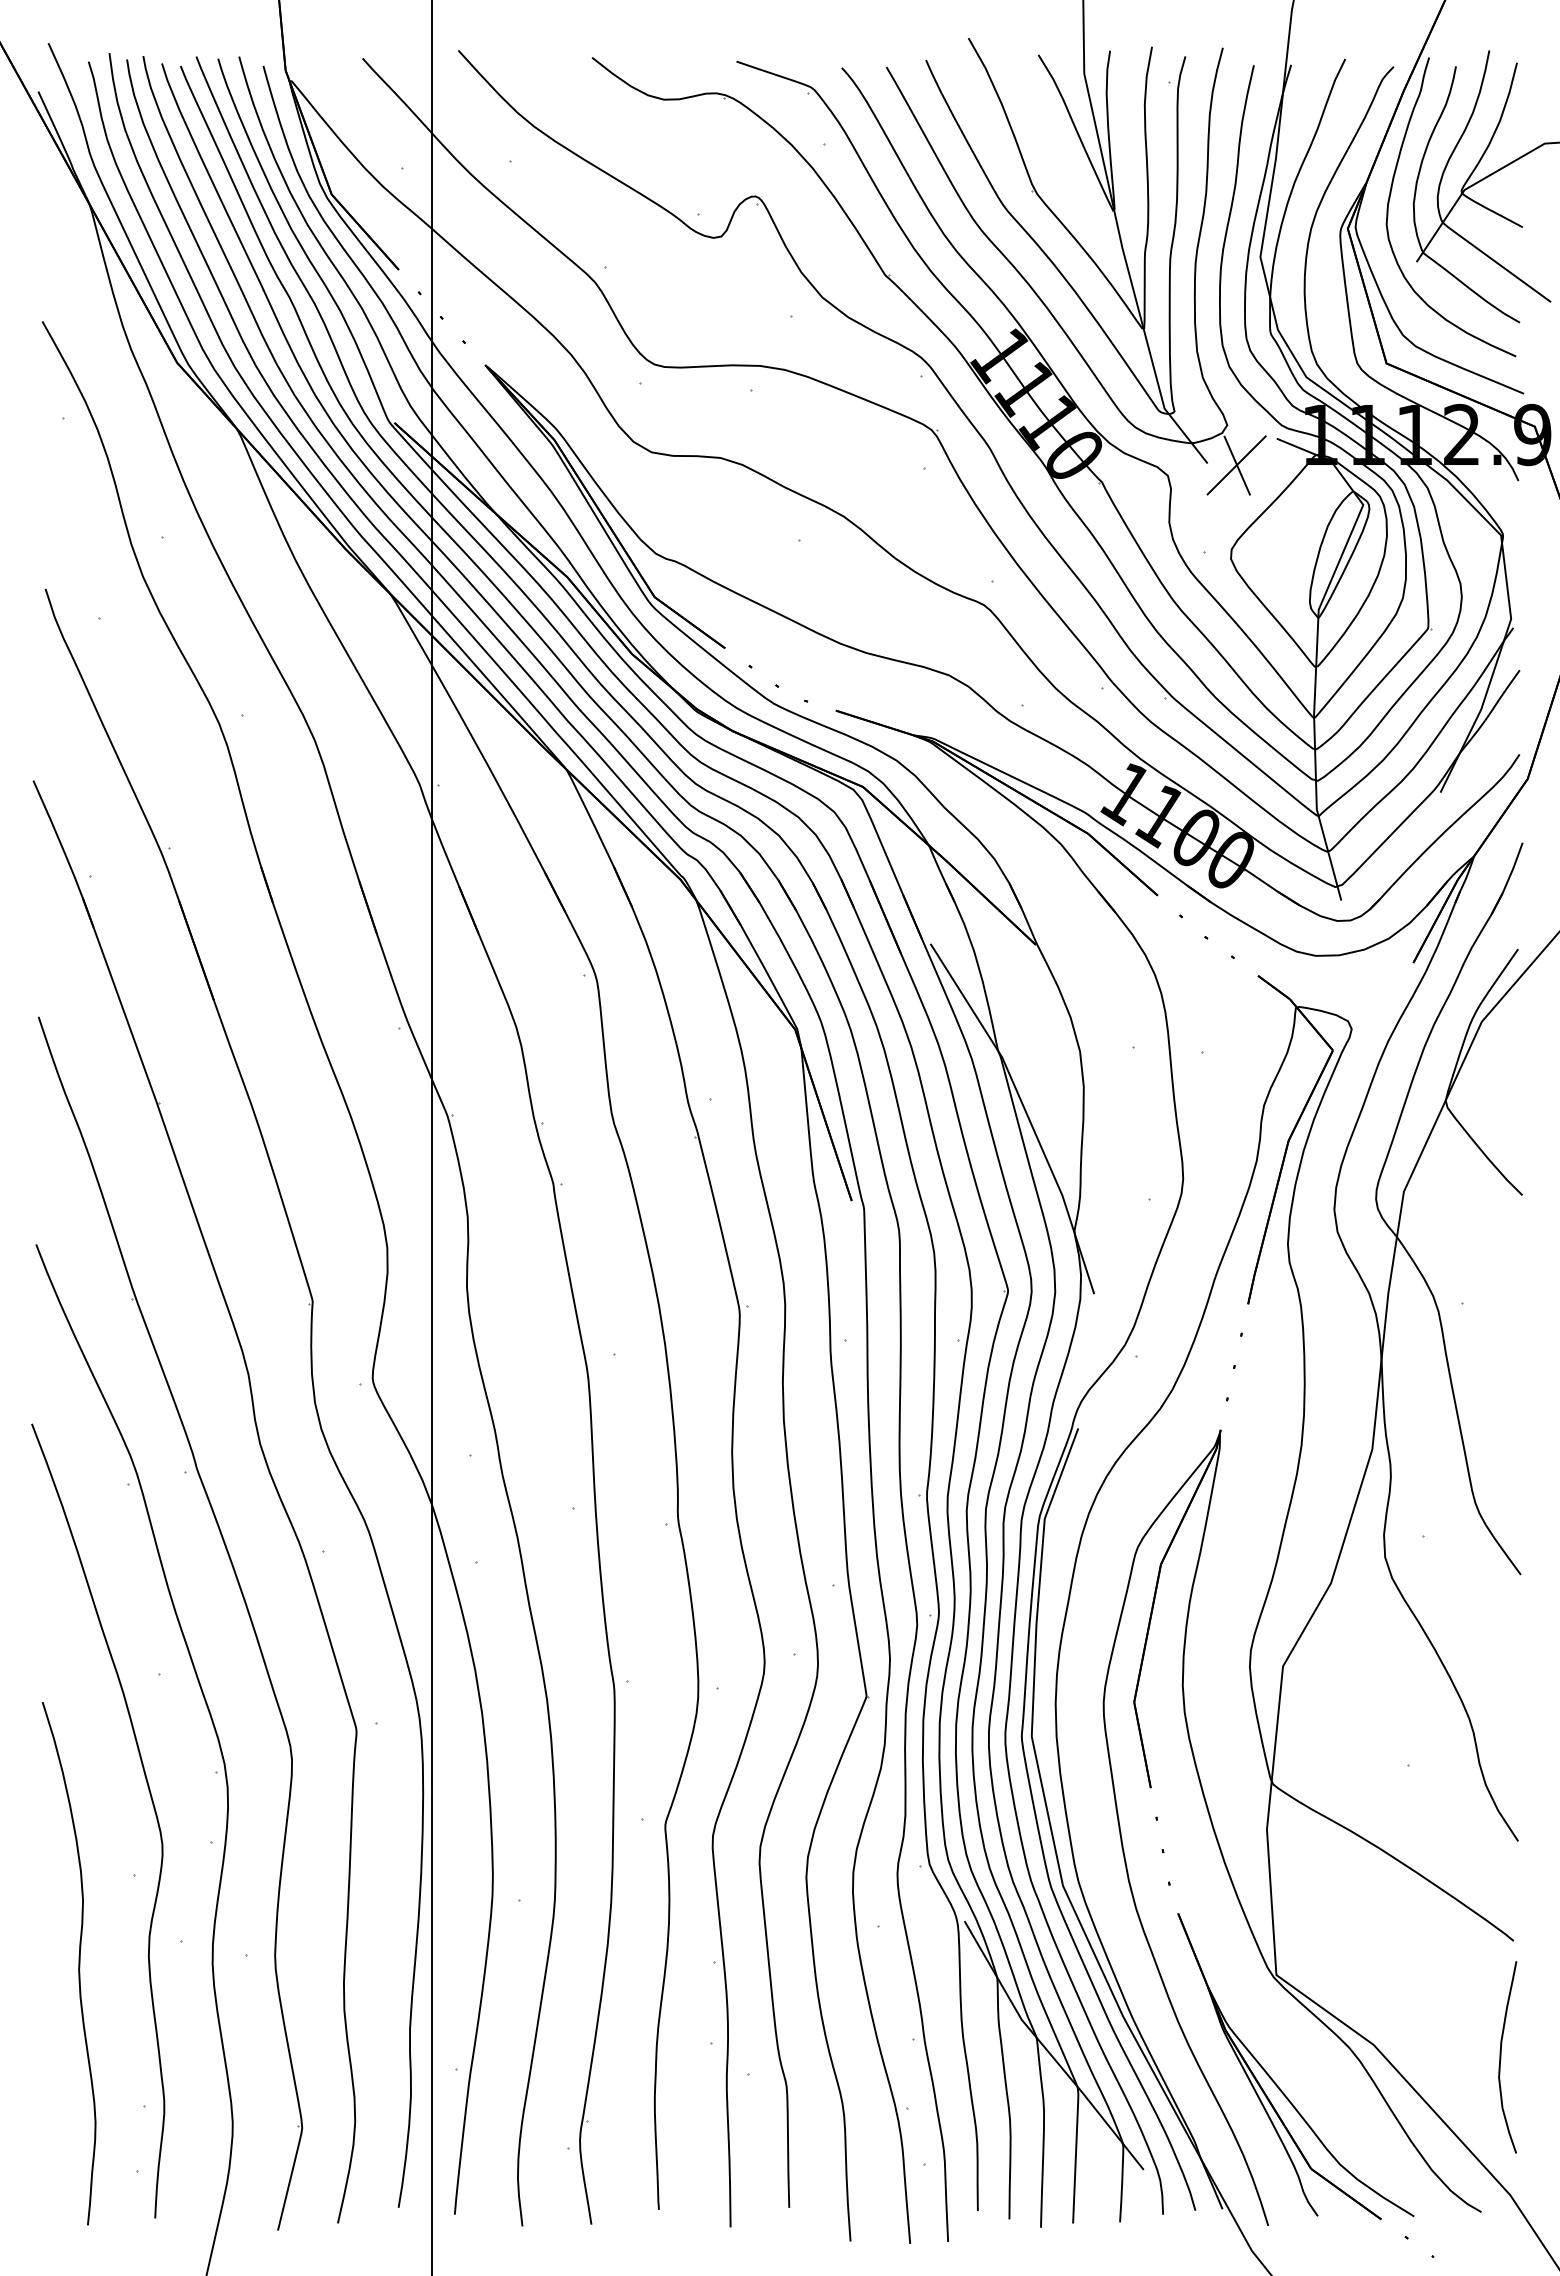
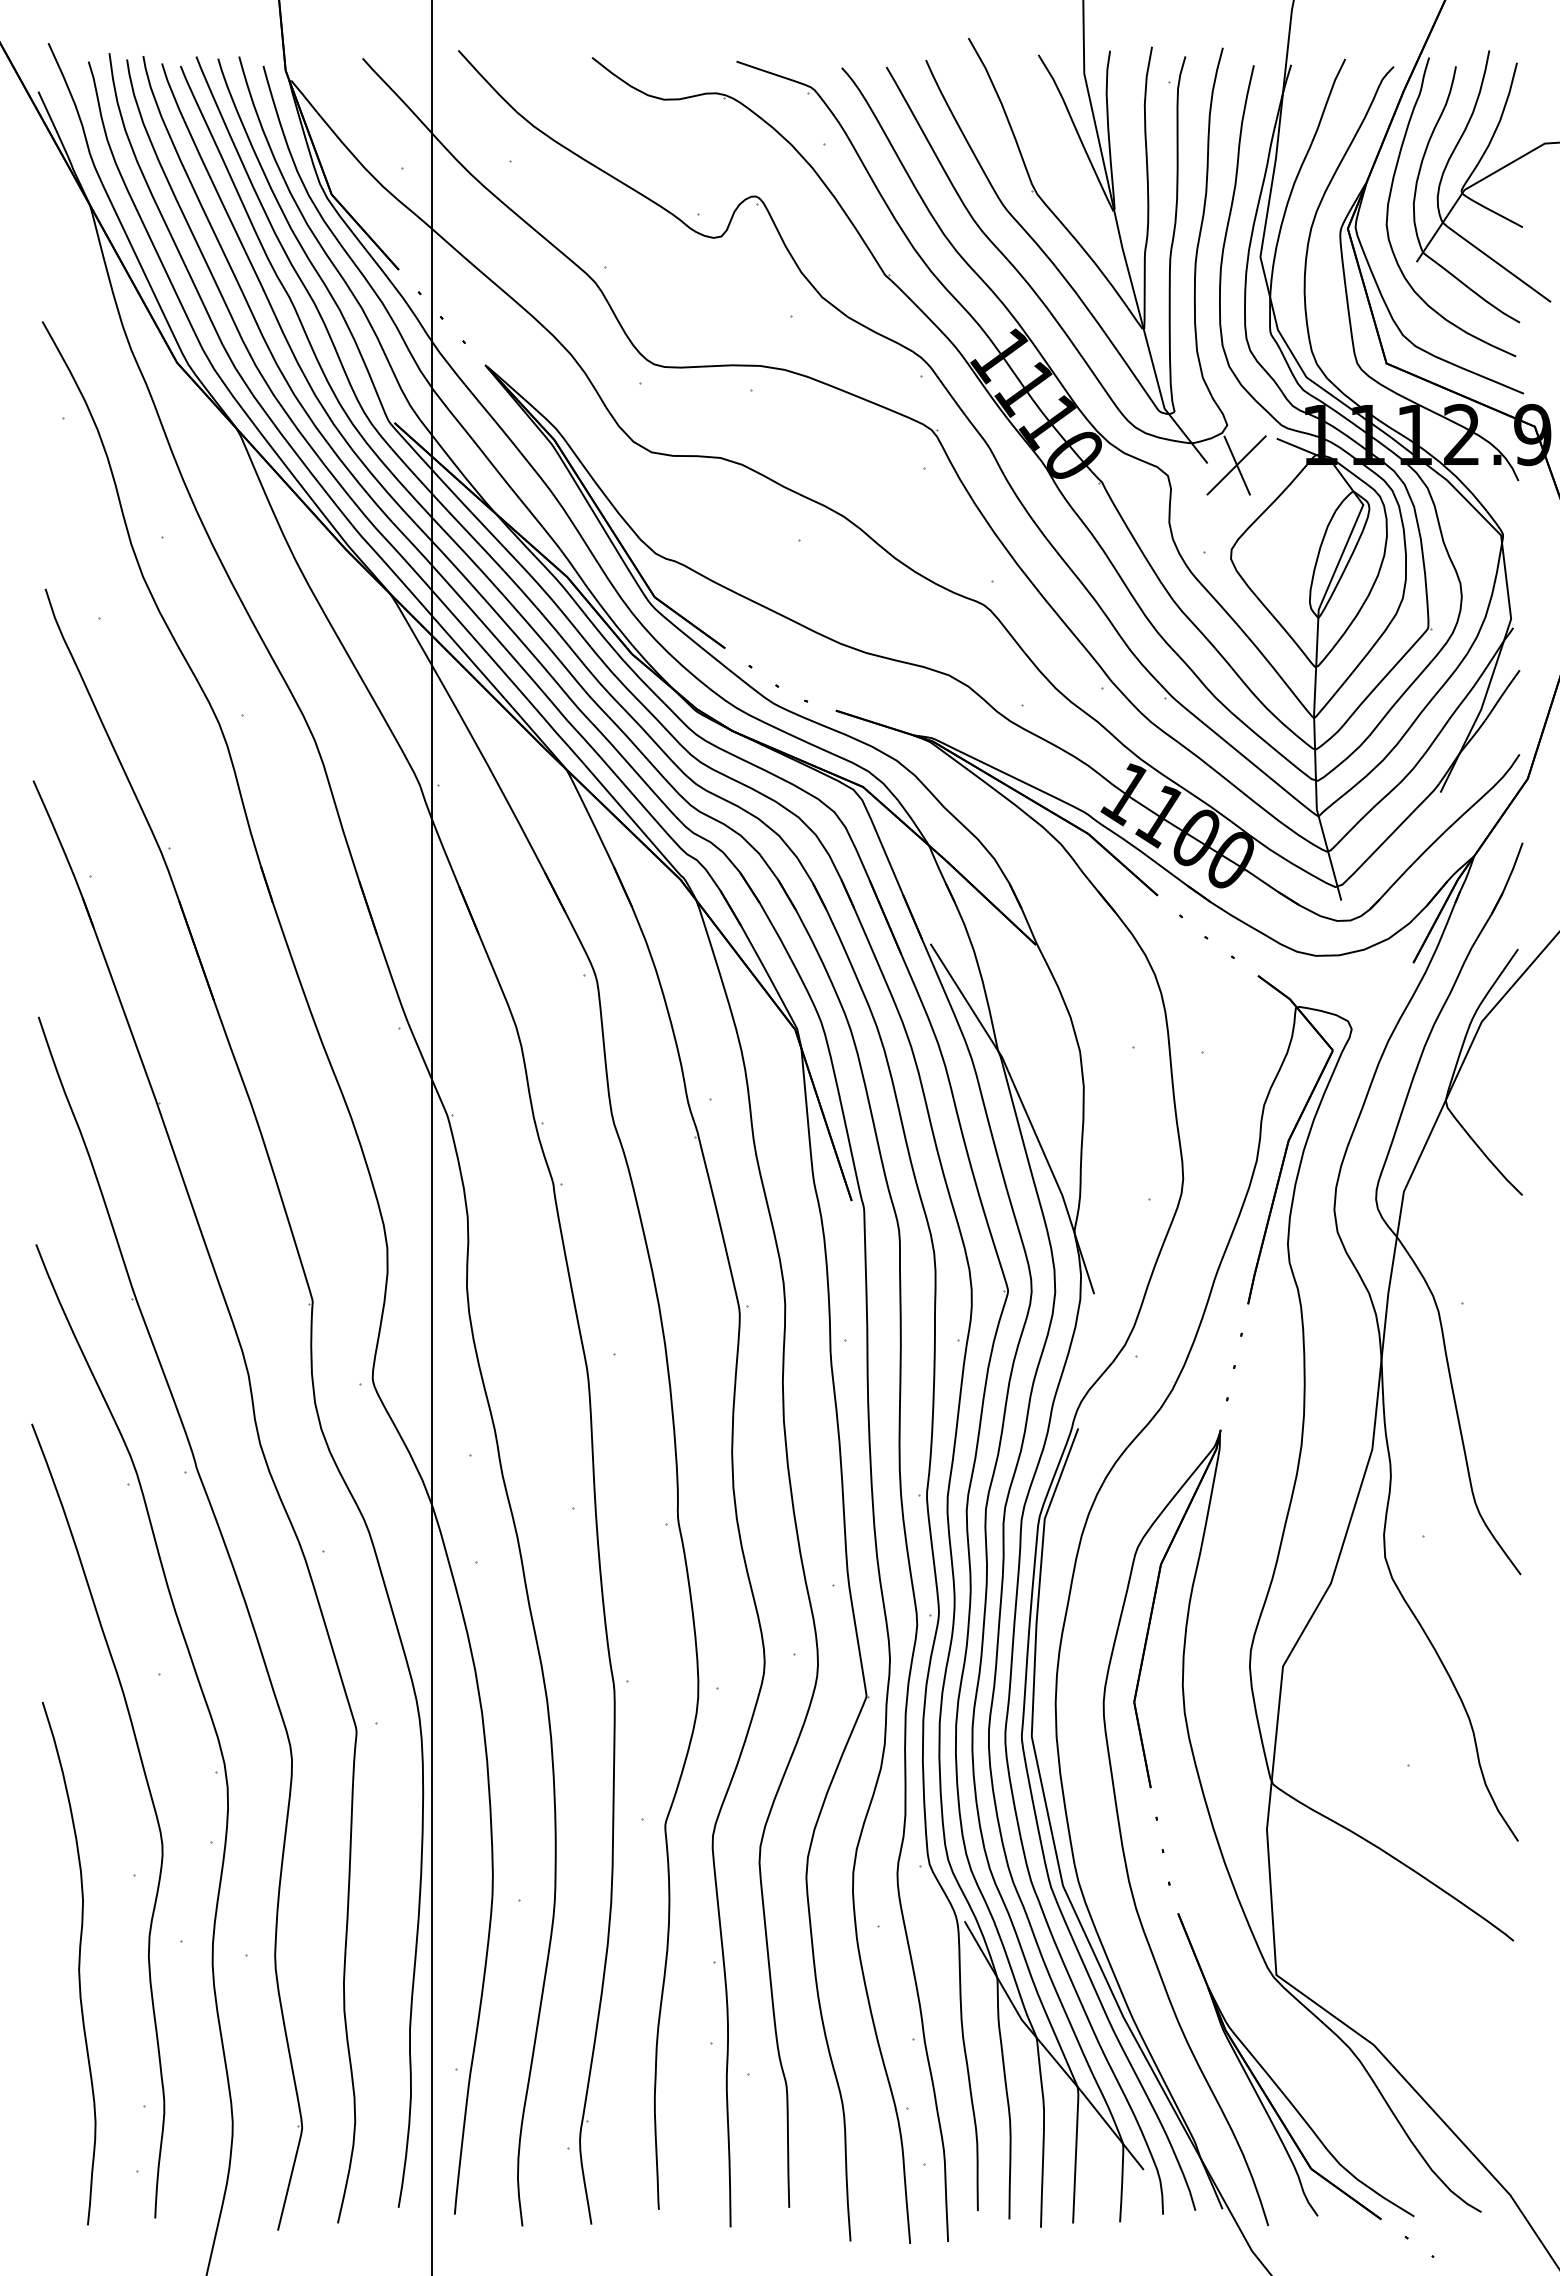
curve at (1501, 2057): present -> none
